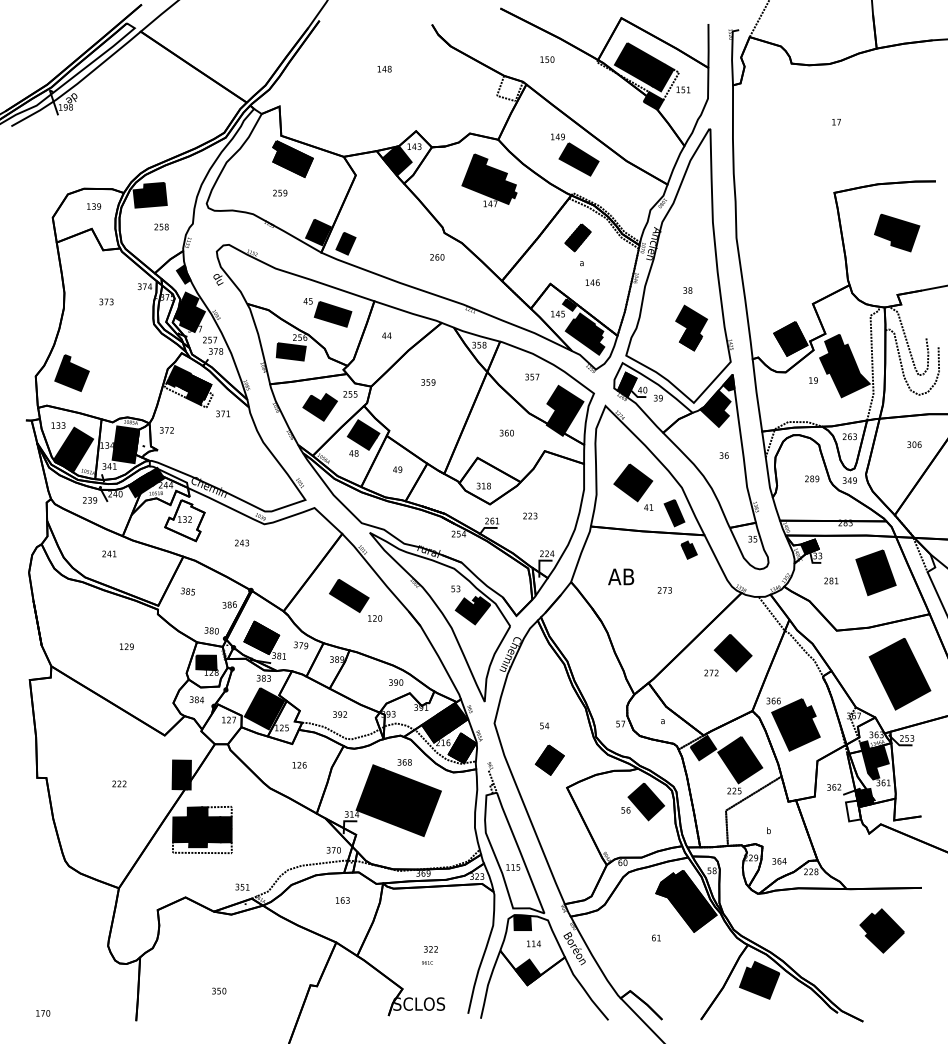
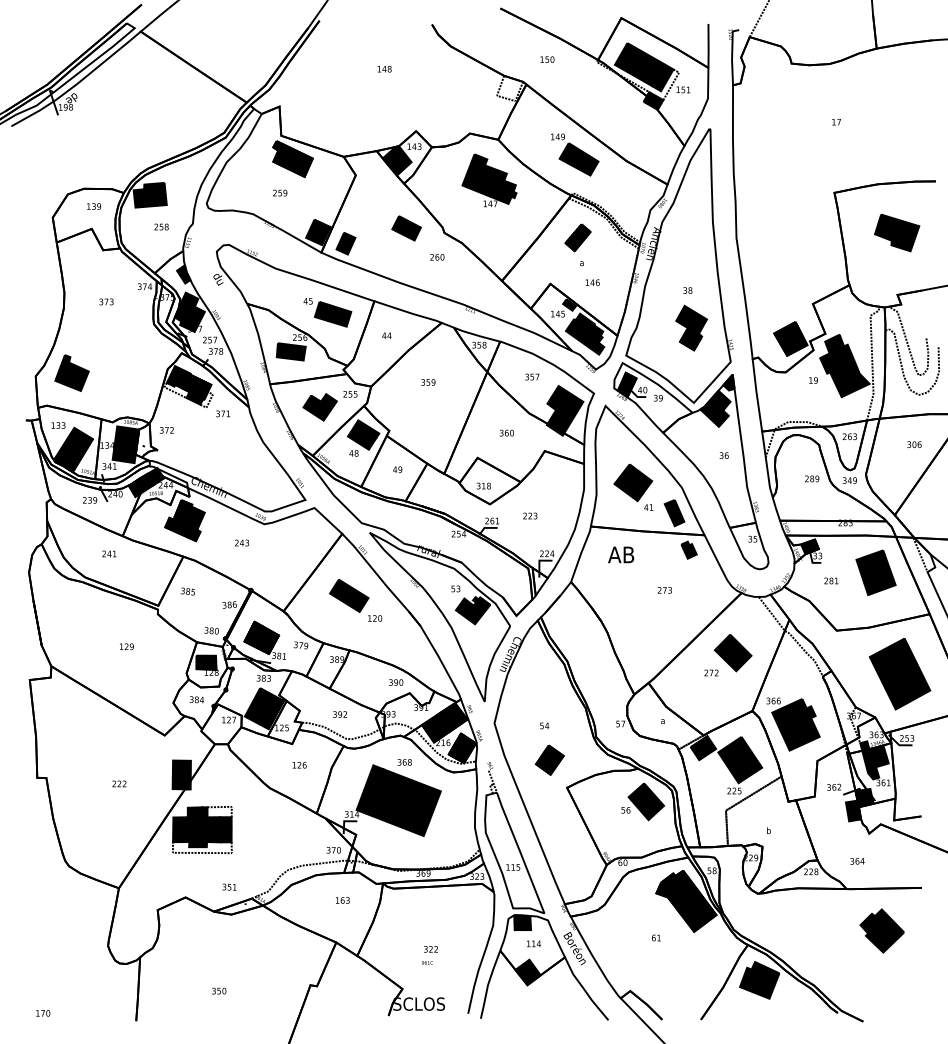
part at (406, 228): none -> present
fill at (184, 520): none -> present
text at (621, 576) position: (621, 576) -> (621, 554)
fill at (853, 810): none -> present
text at (779, 861) position: (779, 861) -> (857, 861)
text at (242, 886) position: (242, 886) -> (229, 886)
